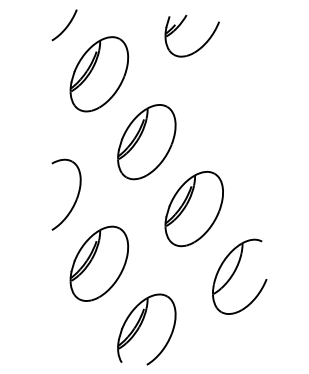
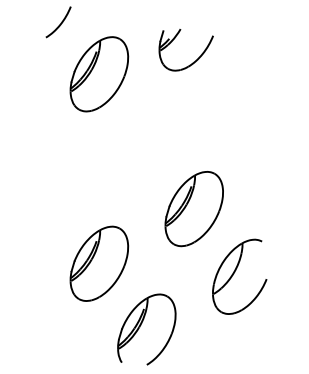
curve at (66, 26) position: (66, 26) -> (60, 23)
part at (198, 48) position: (198, 48) -> (192, 62)
part at (146, 142): present -> none
part at (76, 196): present -> none
